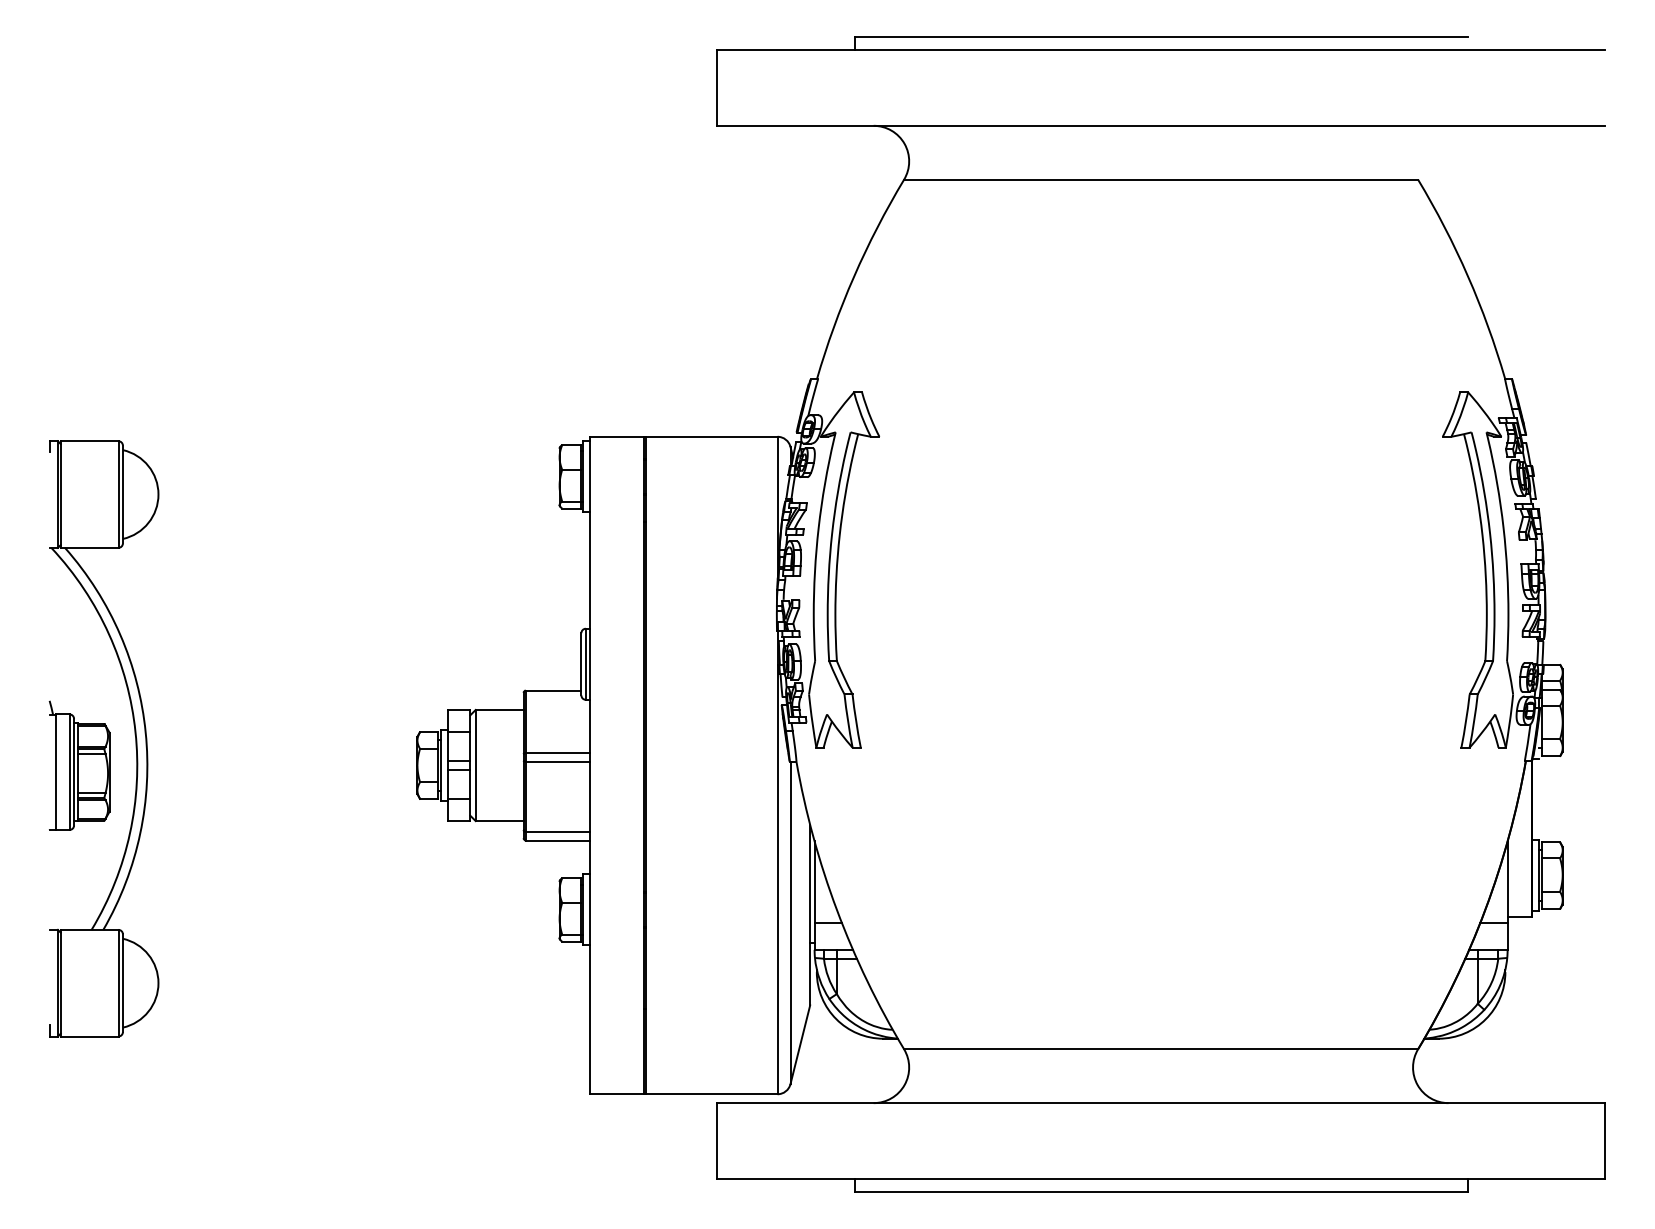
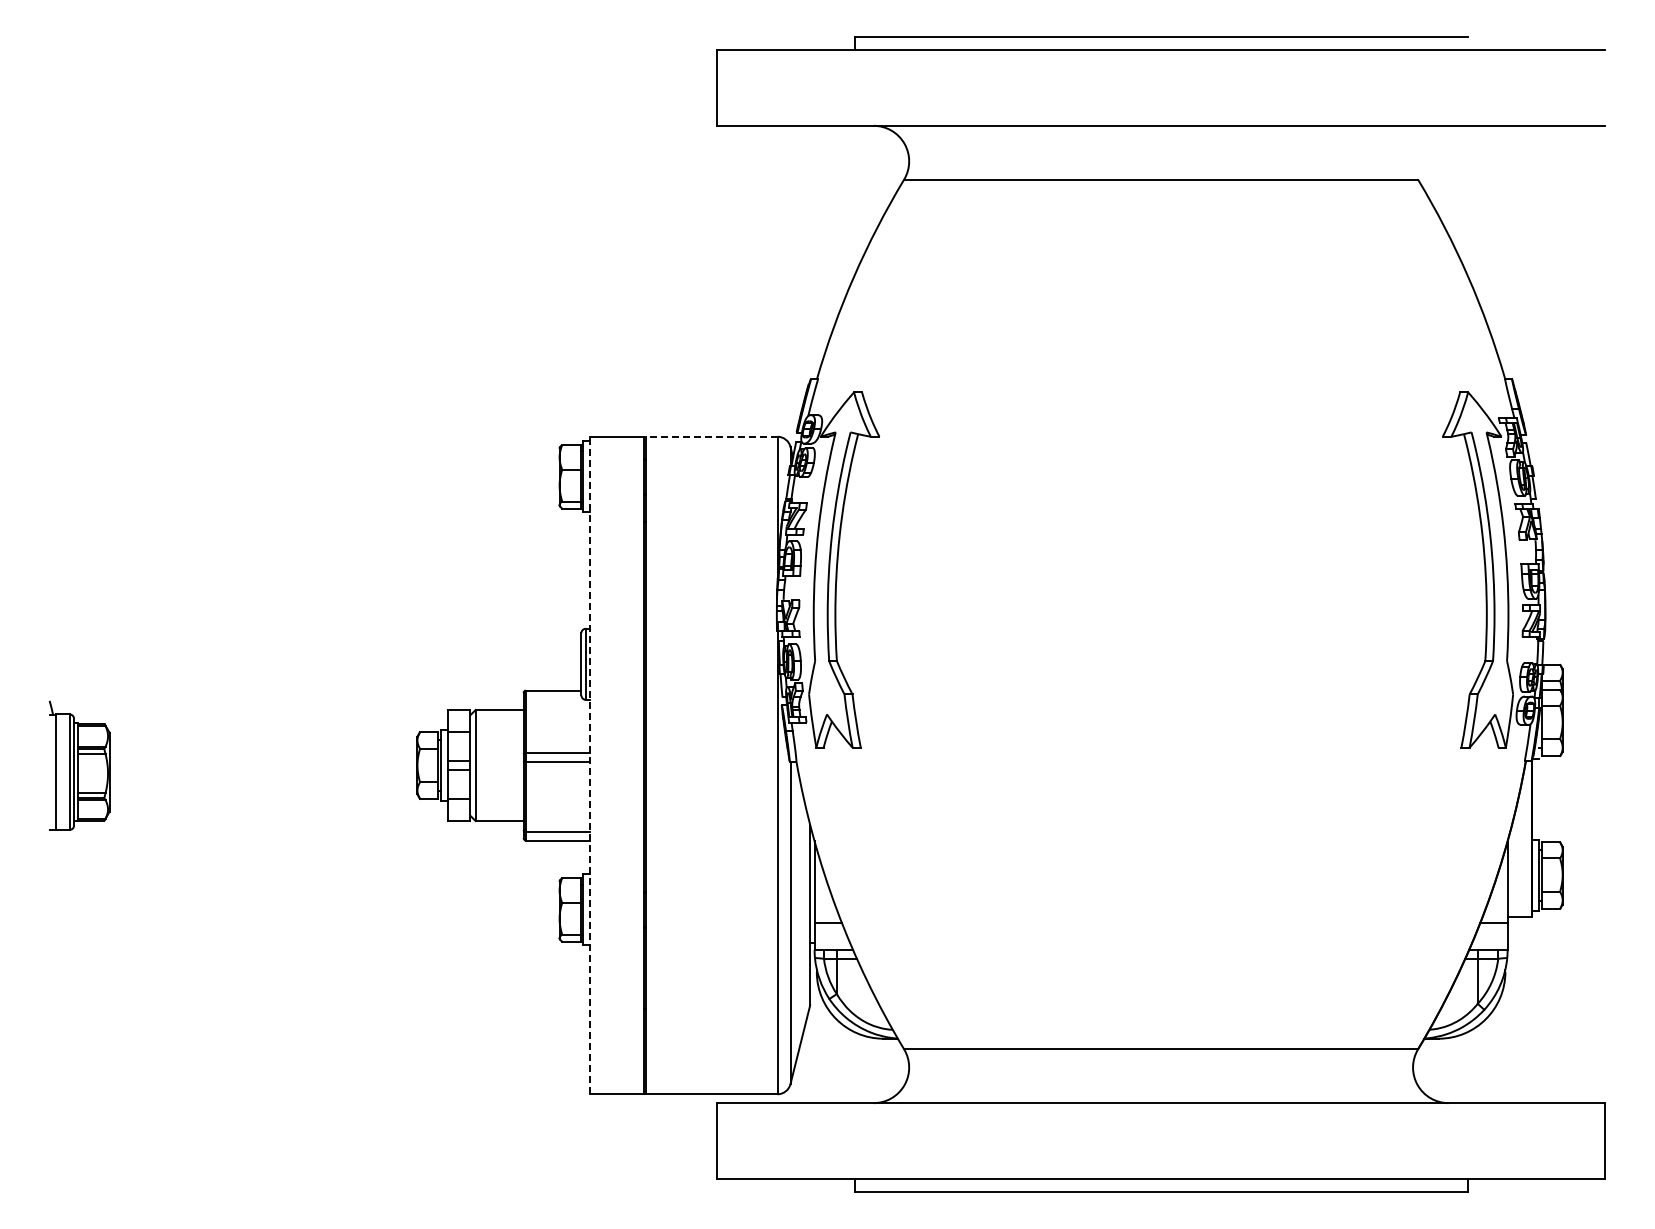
line at (711, 436): solid -> dashed
part at (134, 734): present -> none
line at (590, 765): solid -> dashed
